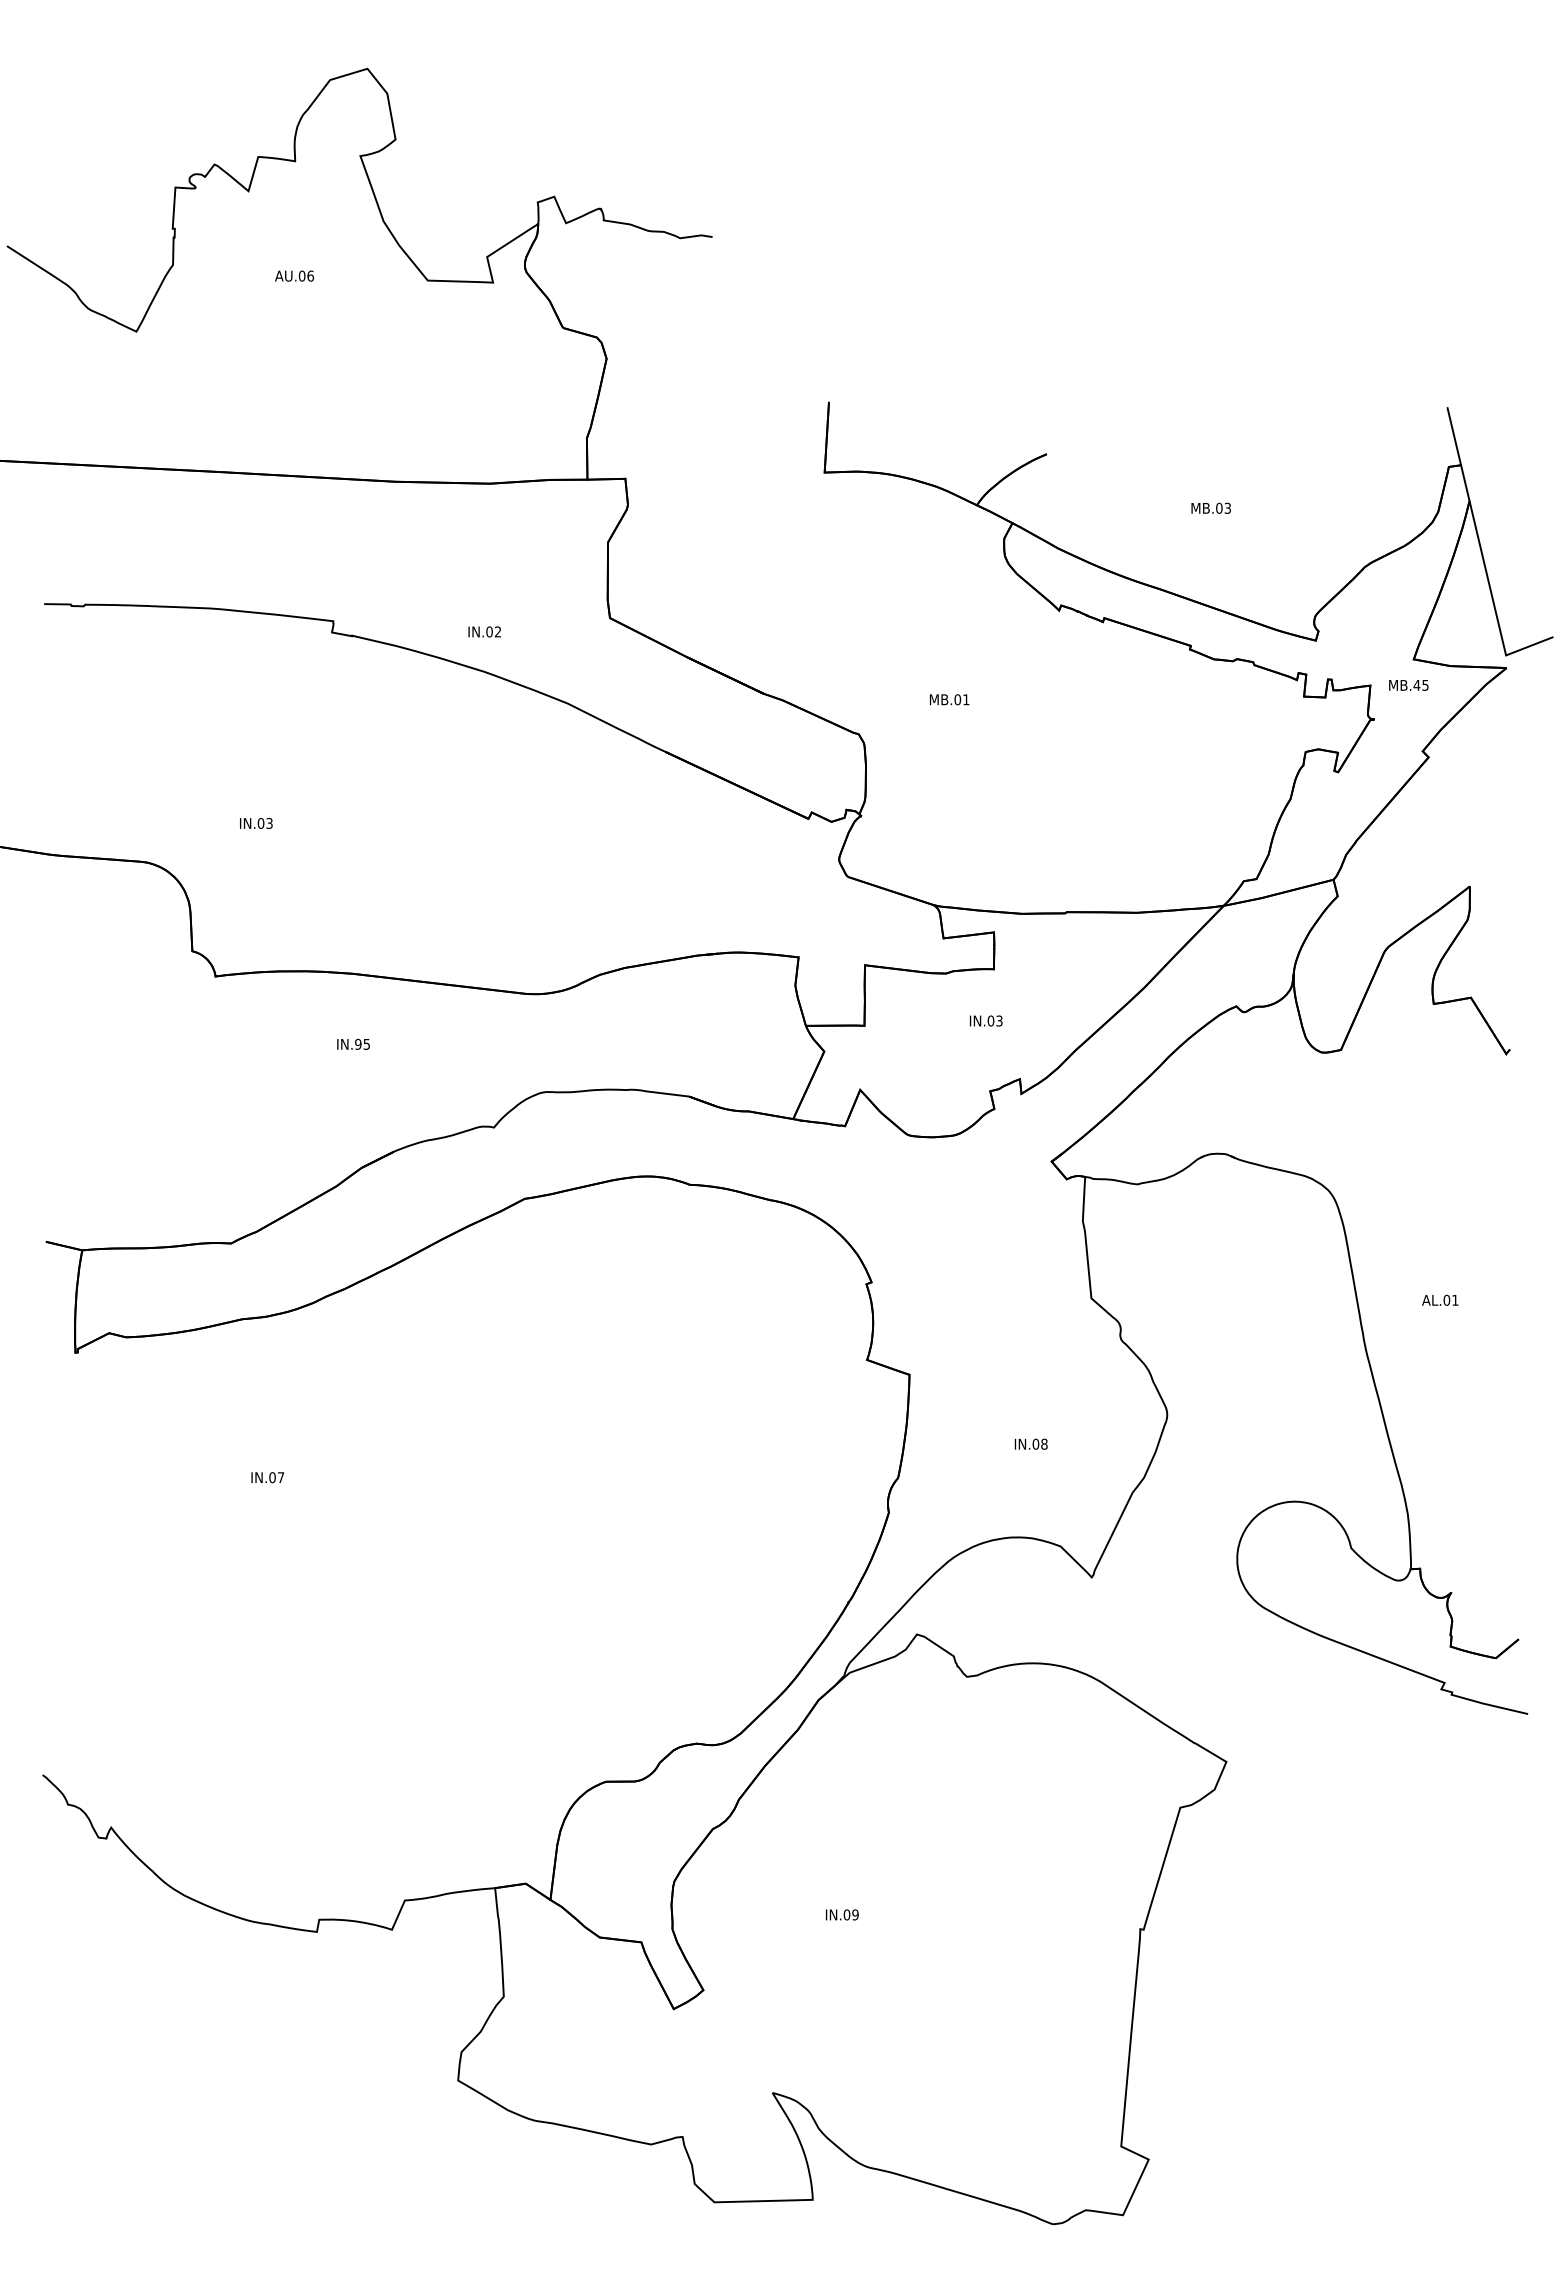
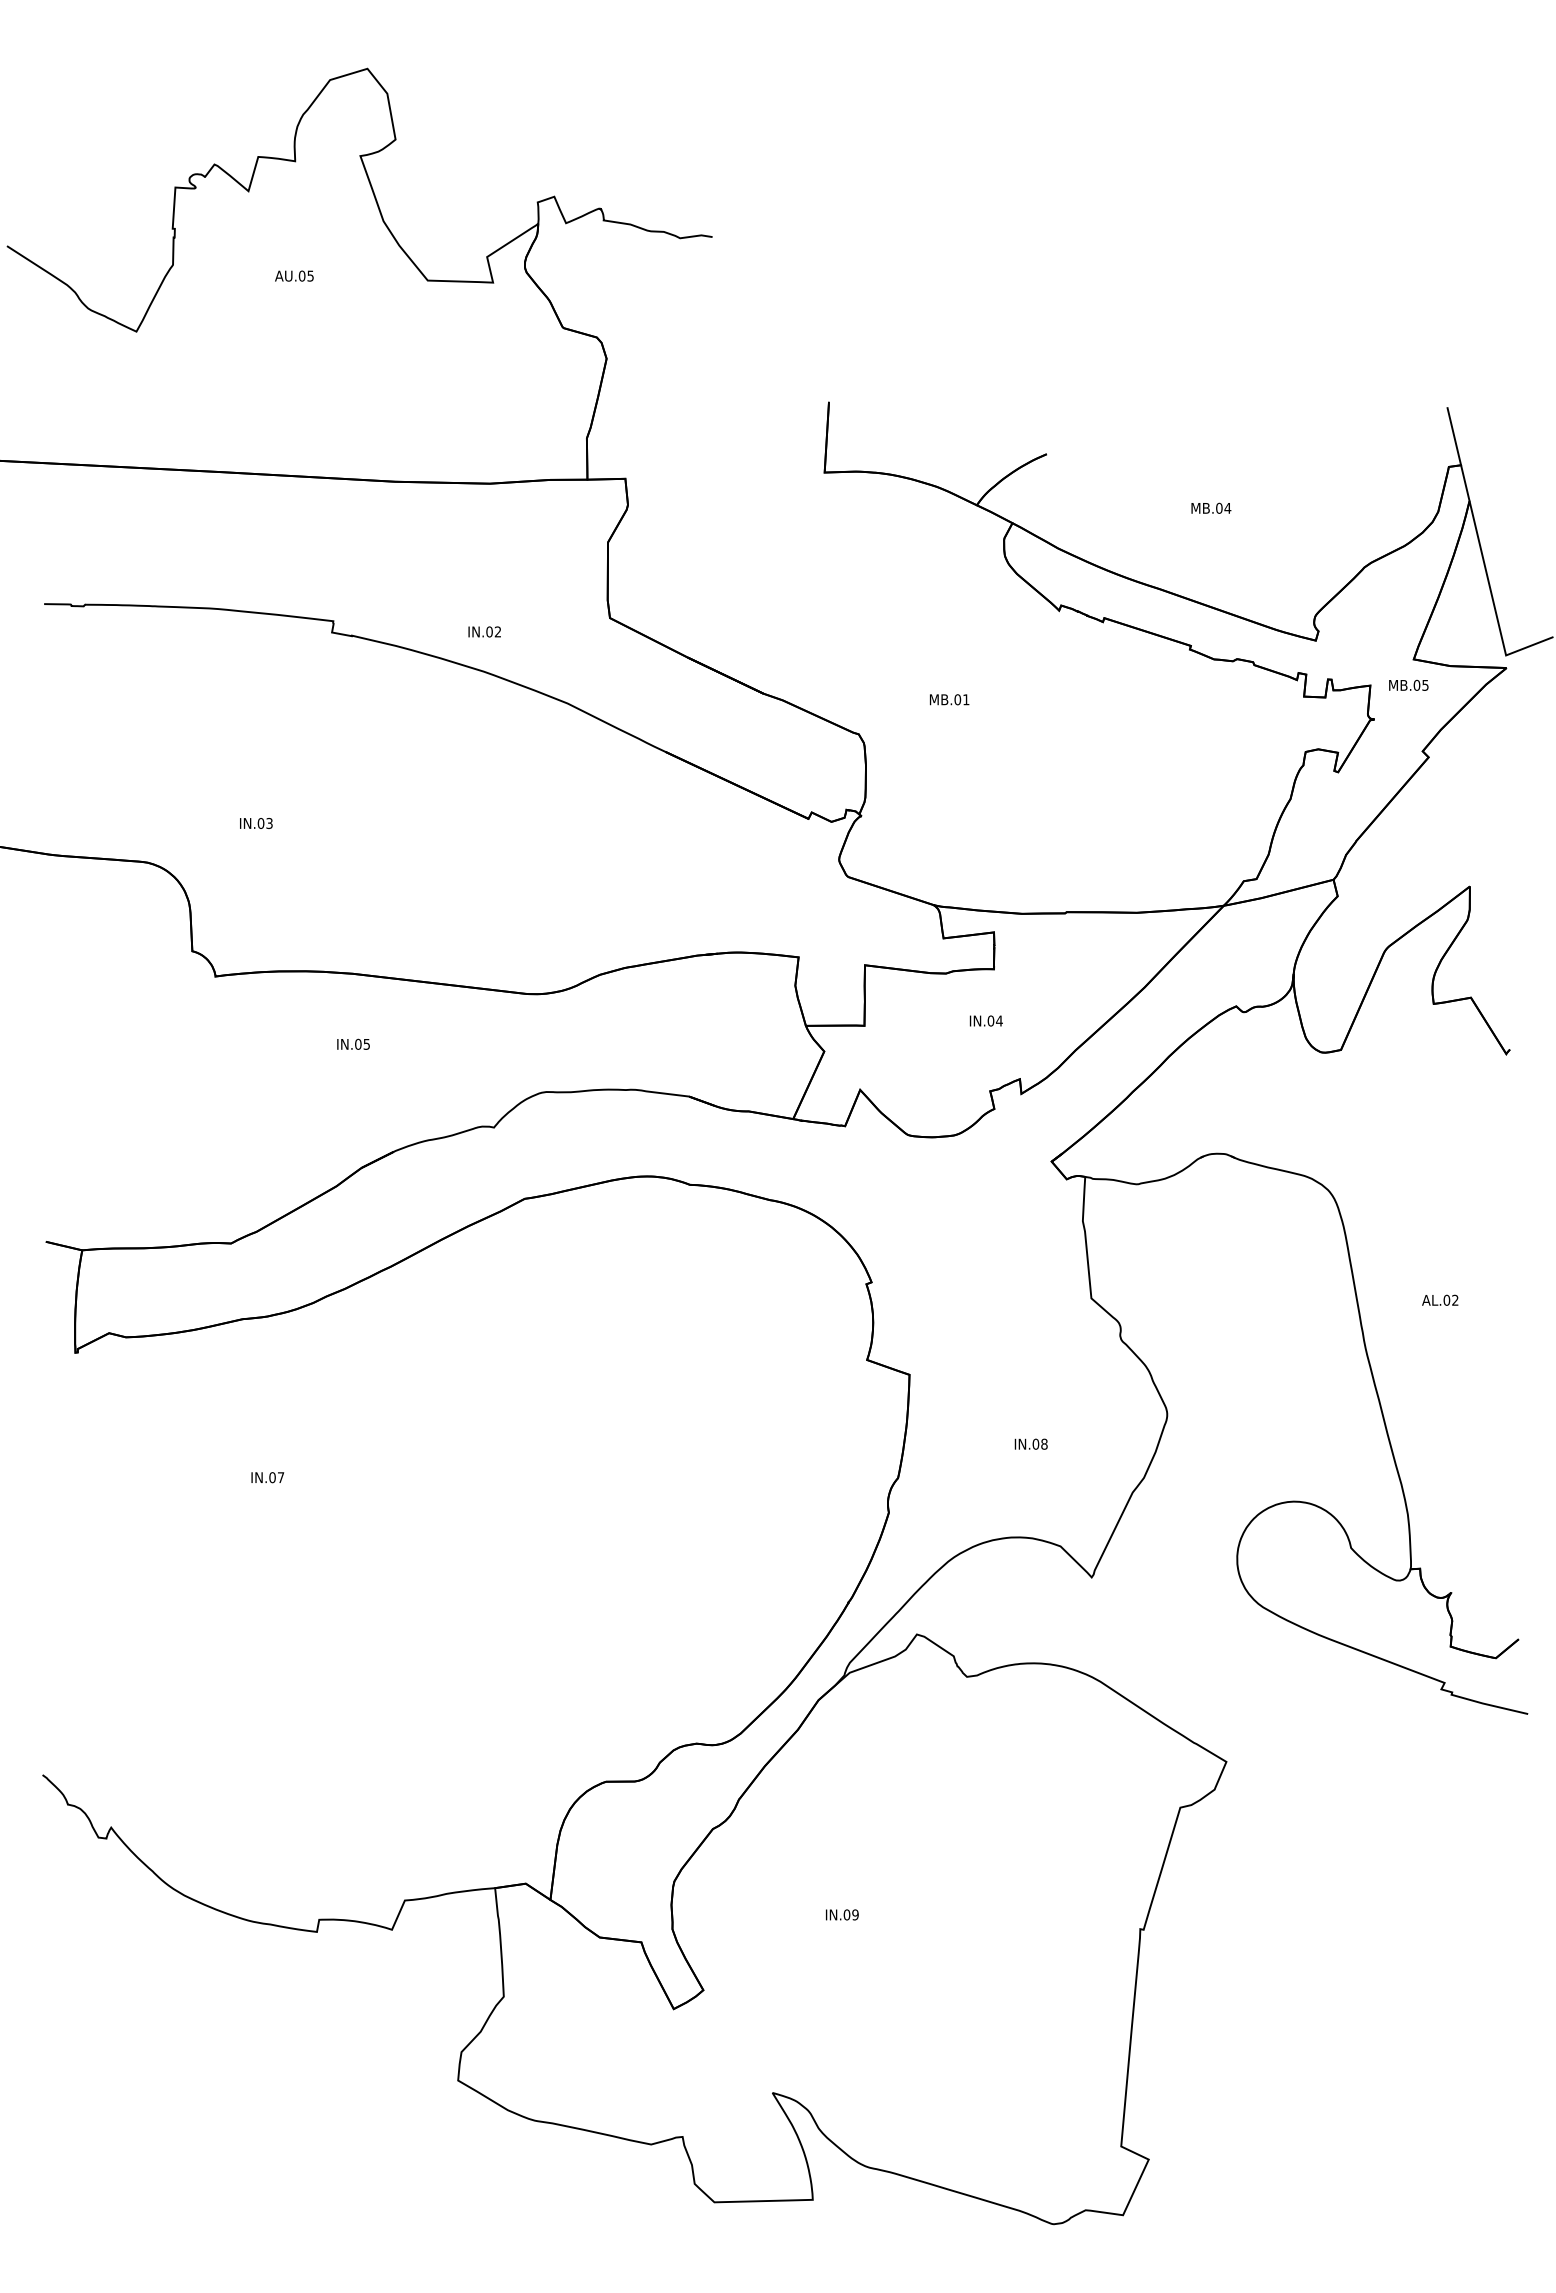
text at (310, 275): AU.06 -> AU.05
text at (1227, 507): MB.03 -> MB.04
text at (1416, 684): MB.45 -> MB.05
text at (999, 1020): IN.03 -> IN.04
text at (358, 1044): IN.95 -> IN.05
text at (1455, 1299): AL.01 -> AL.02
